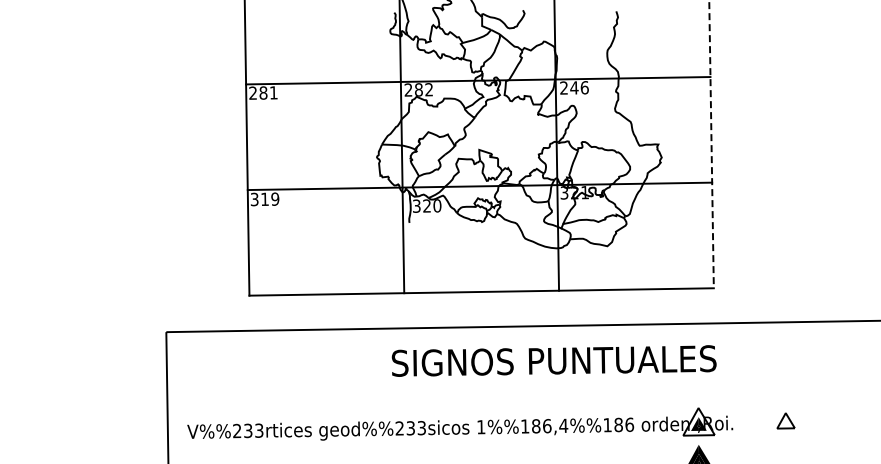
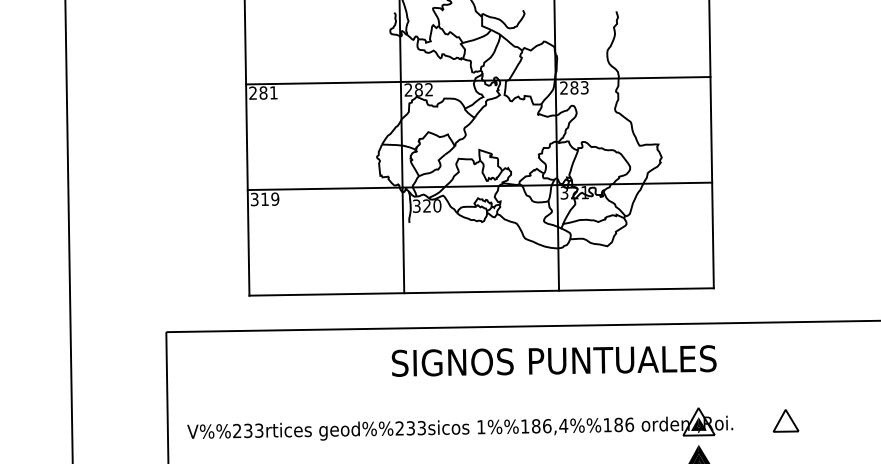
text at (579, 87): 246 -> 283
line at (711, 144): dashed -> solid
line at (68, 231): none -> present
part at (785, 420) size: 20x18 px -> 28x24 px
